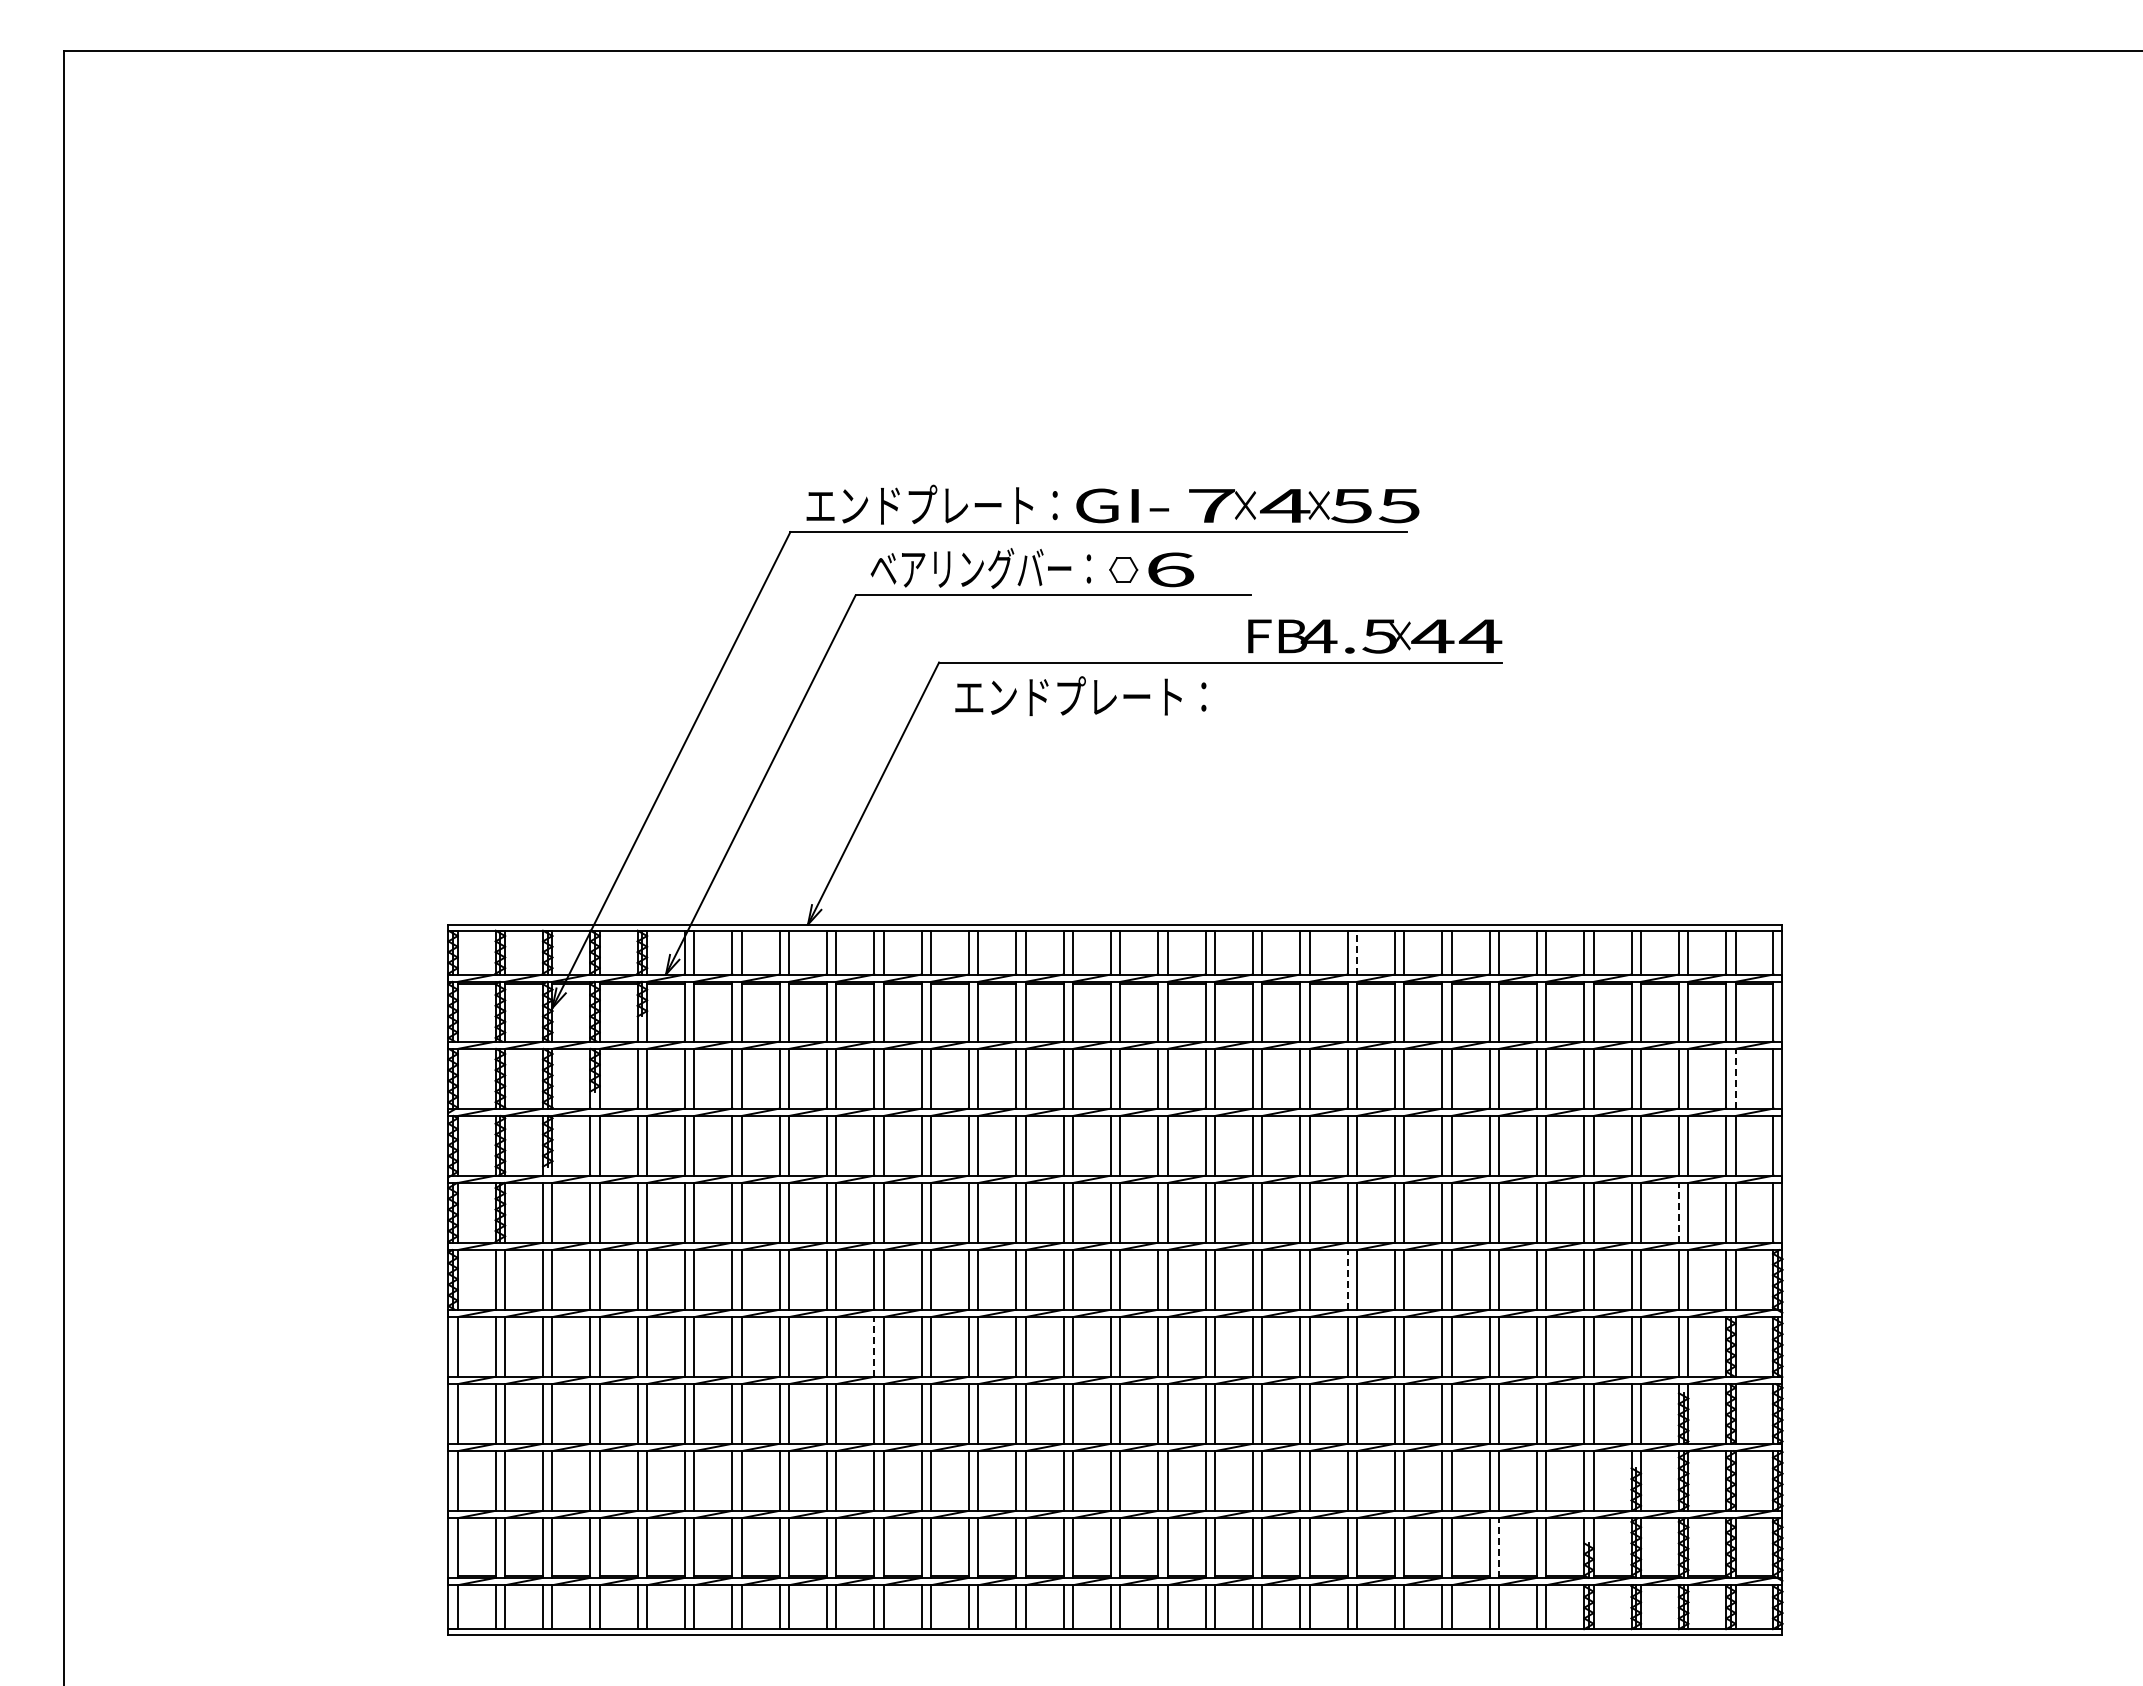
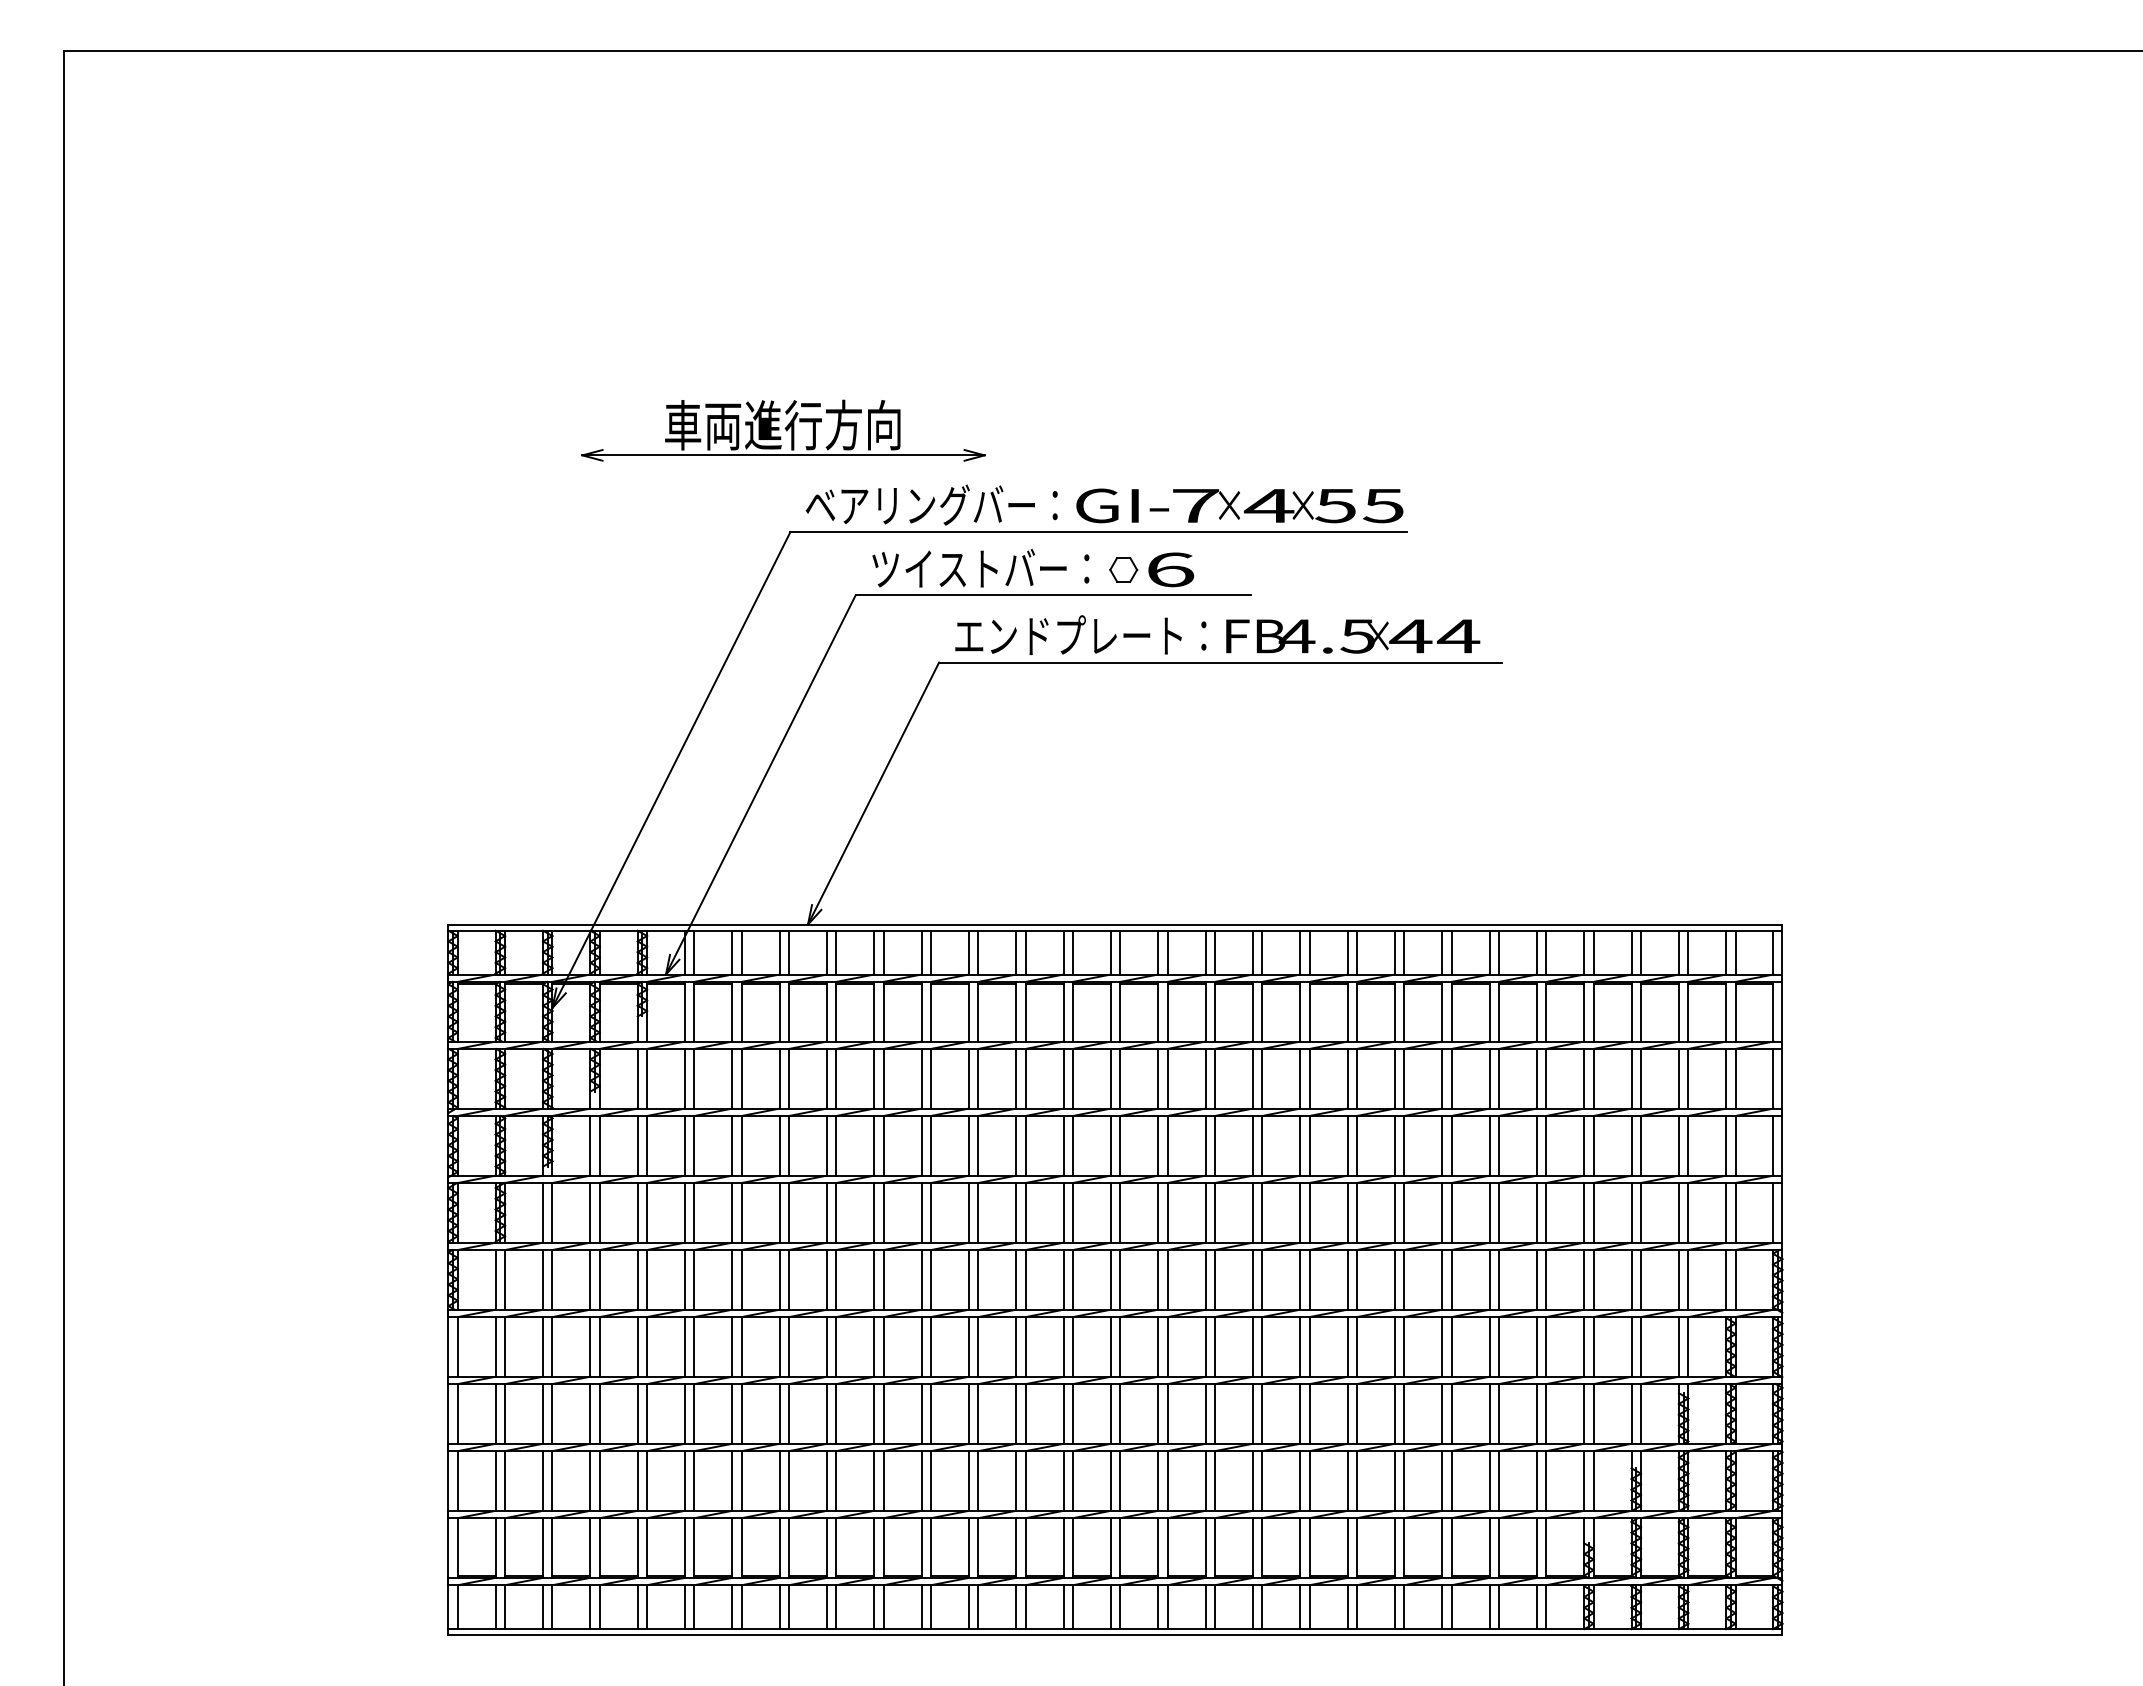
part at (783, 430): none -> present
text at (919, 504): エンドプレート： -> ベアリングバー：
text at (1304, 506) position: (1304, 506) -> (1288, 506)
text at (980, 568): ベアリングバー： -> ツイストバー：
text at (1375, 636) position: (1375, 636) -> (1353, 636)
text at (1080, 695) position: (1080, 695) -> (1080, 634)
line at (1357, 952): dashed -> solid
line at (1735, 1078): dashed -> solid
line at (1678, 1212): dashed -> solid
line at (1347, 1279): dashed -> solid
line at (874, 1346): dashed -> solid
line at (1498, 1548): dashed -> solid
